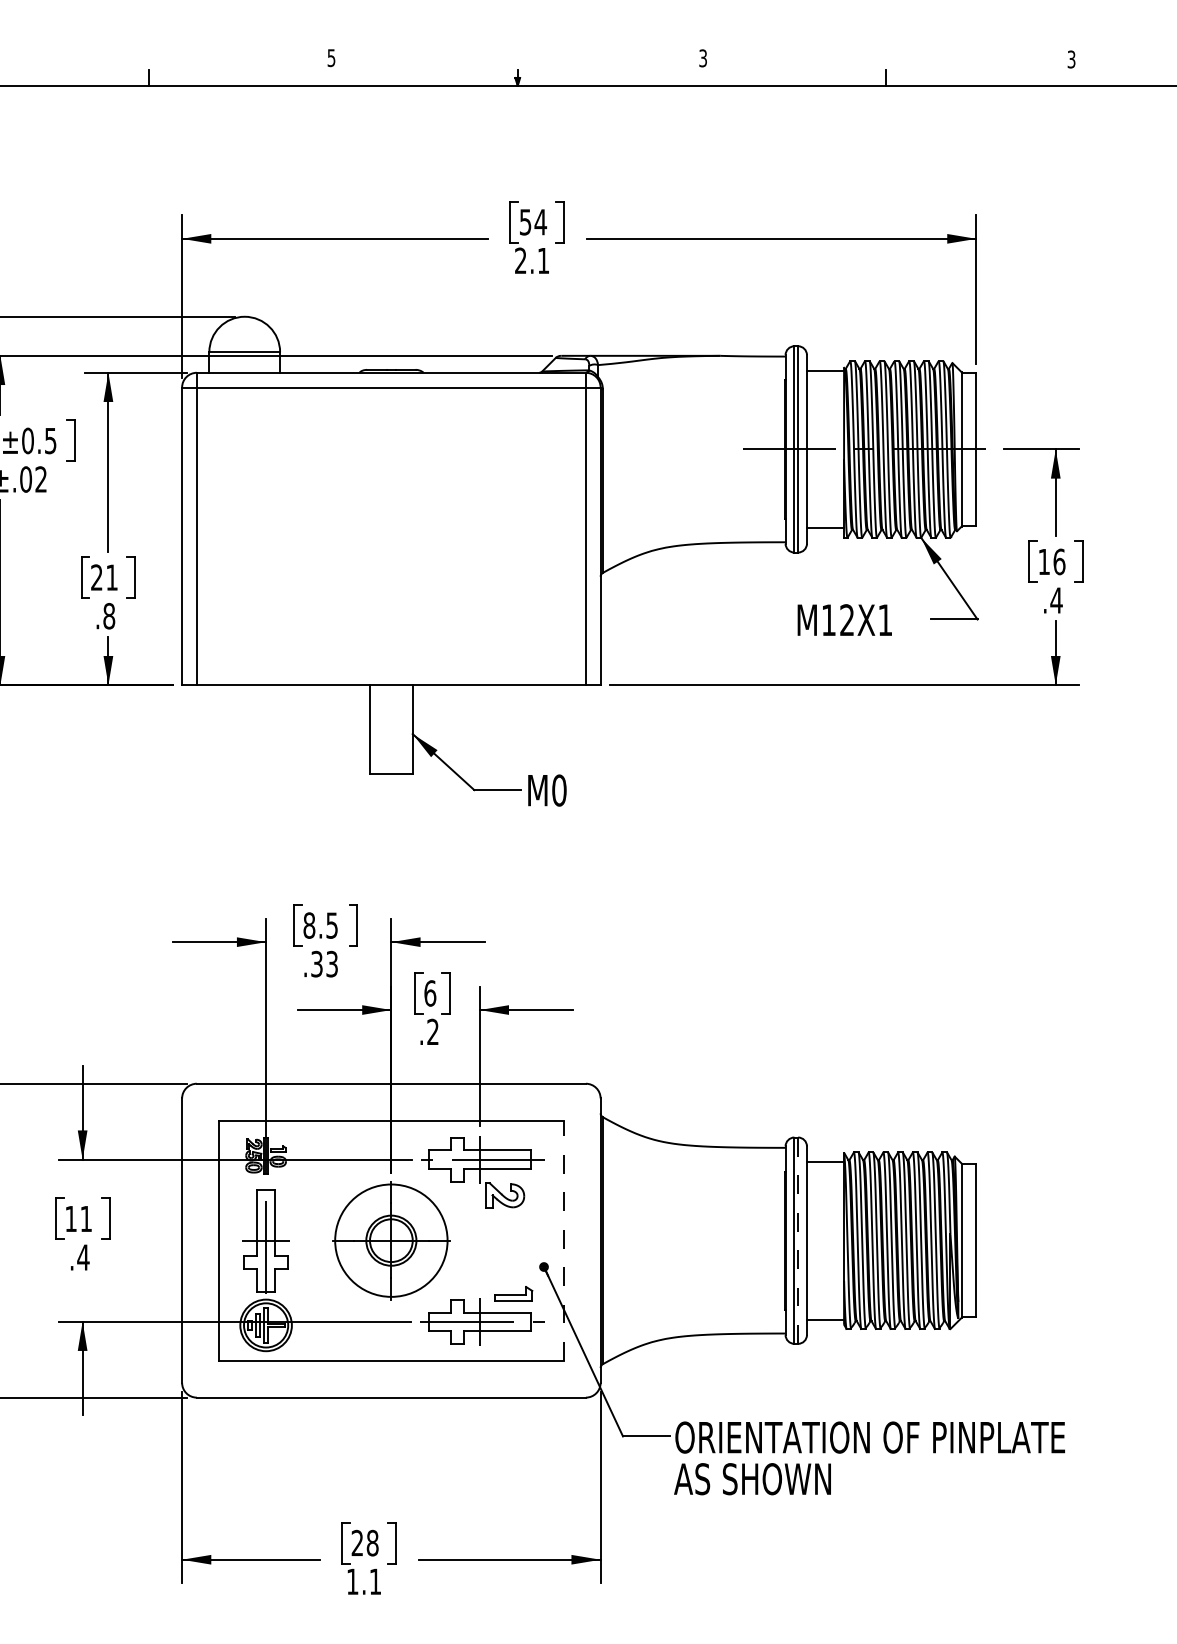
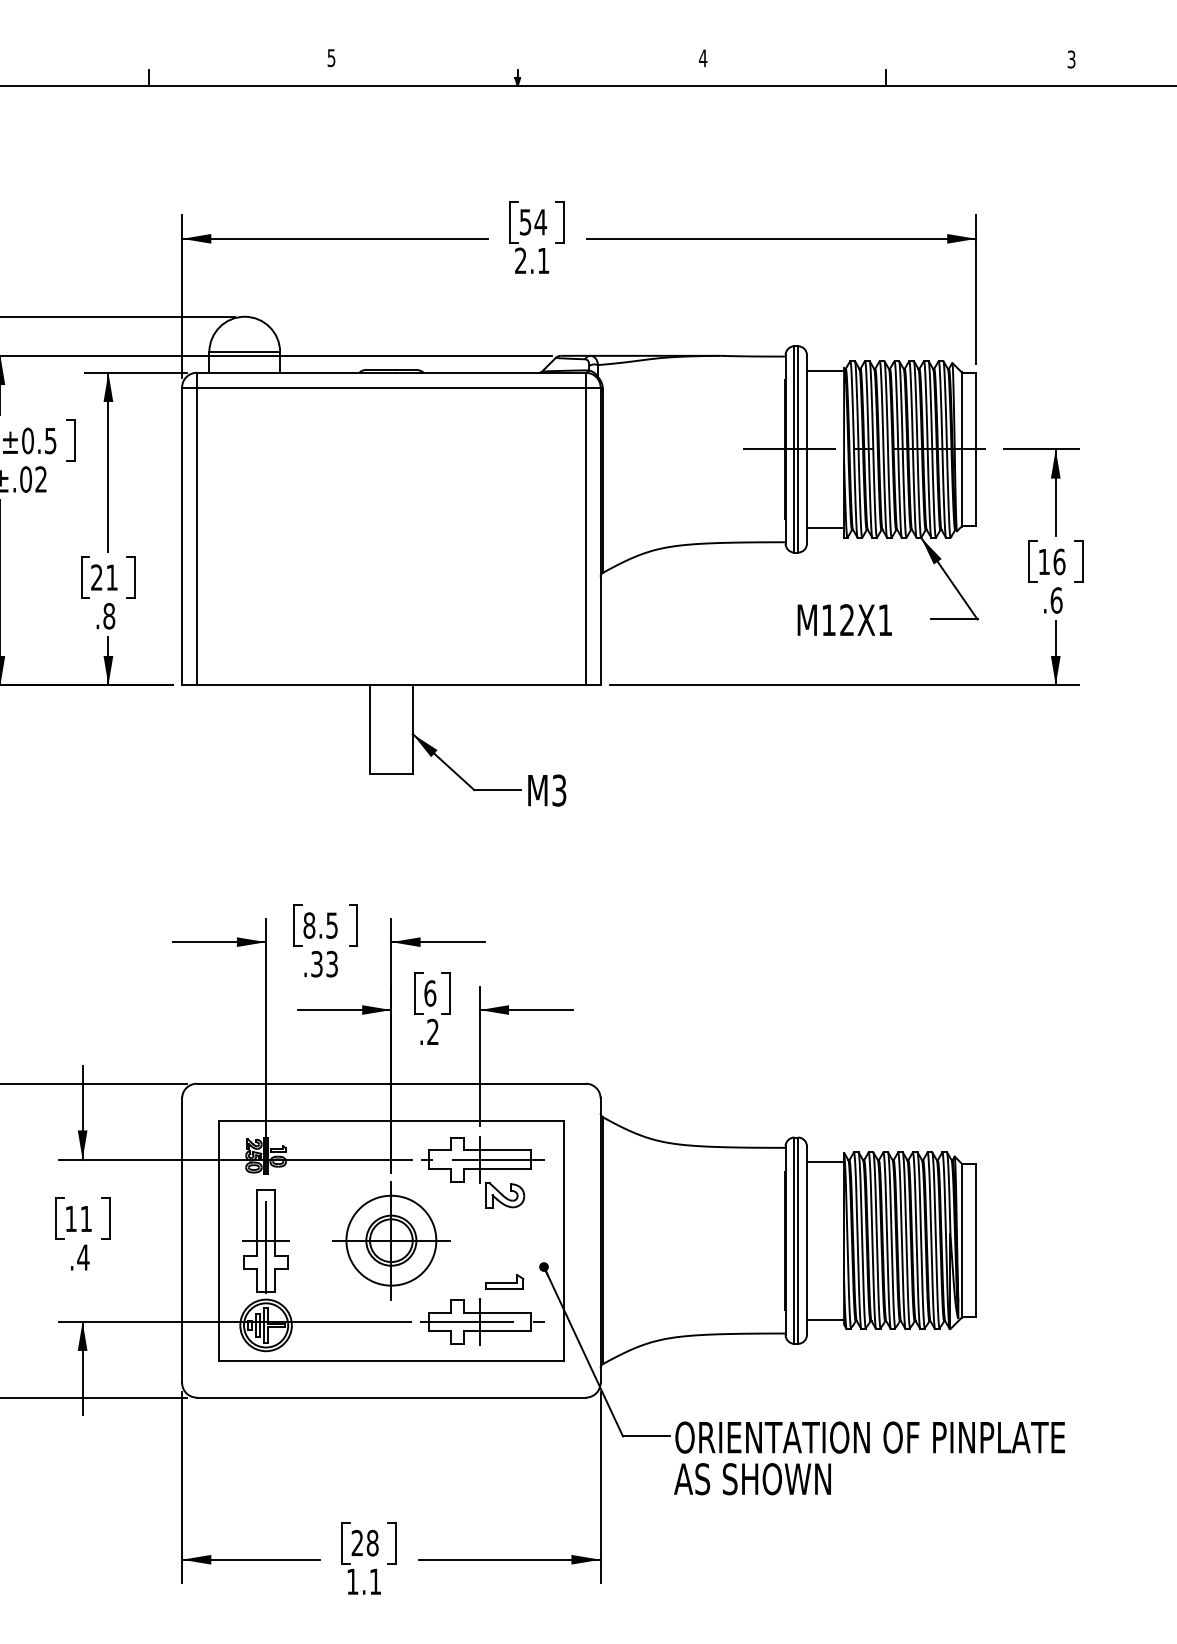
text at (702, 58): 3 -> 4
text at (1056, 600): .4 -> .6
text at (559, 790): M0 -> M3
circle at (391, 1240) diameter: 112 px -> 90 px
line at (563, 1240): dashed -> solid
line at (798, 1240): dashed -> solid
part at (513, 1293) position: (513, 1293) -> (504, 1281)
